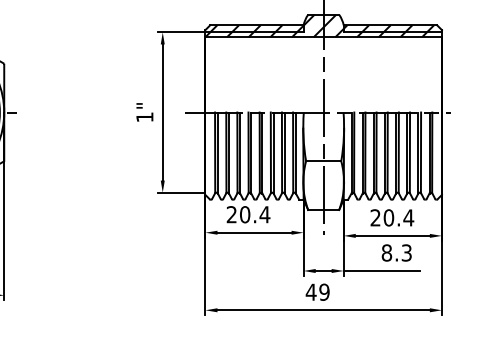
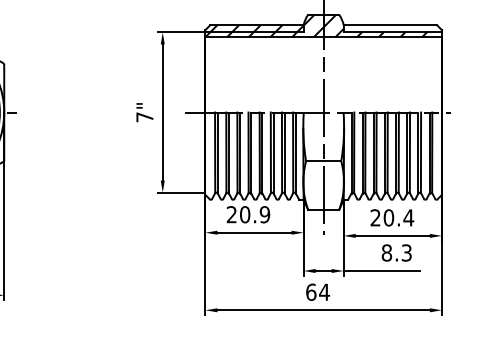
hatch at (388, 28): present -> none
text at (144, 117): 1" -> 7"
text at (264, 214): 20.4 -> 20.9
text at (317, 291): 49 -> 64
